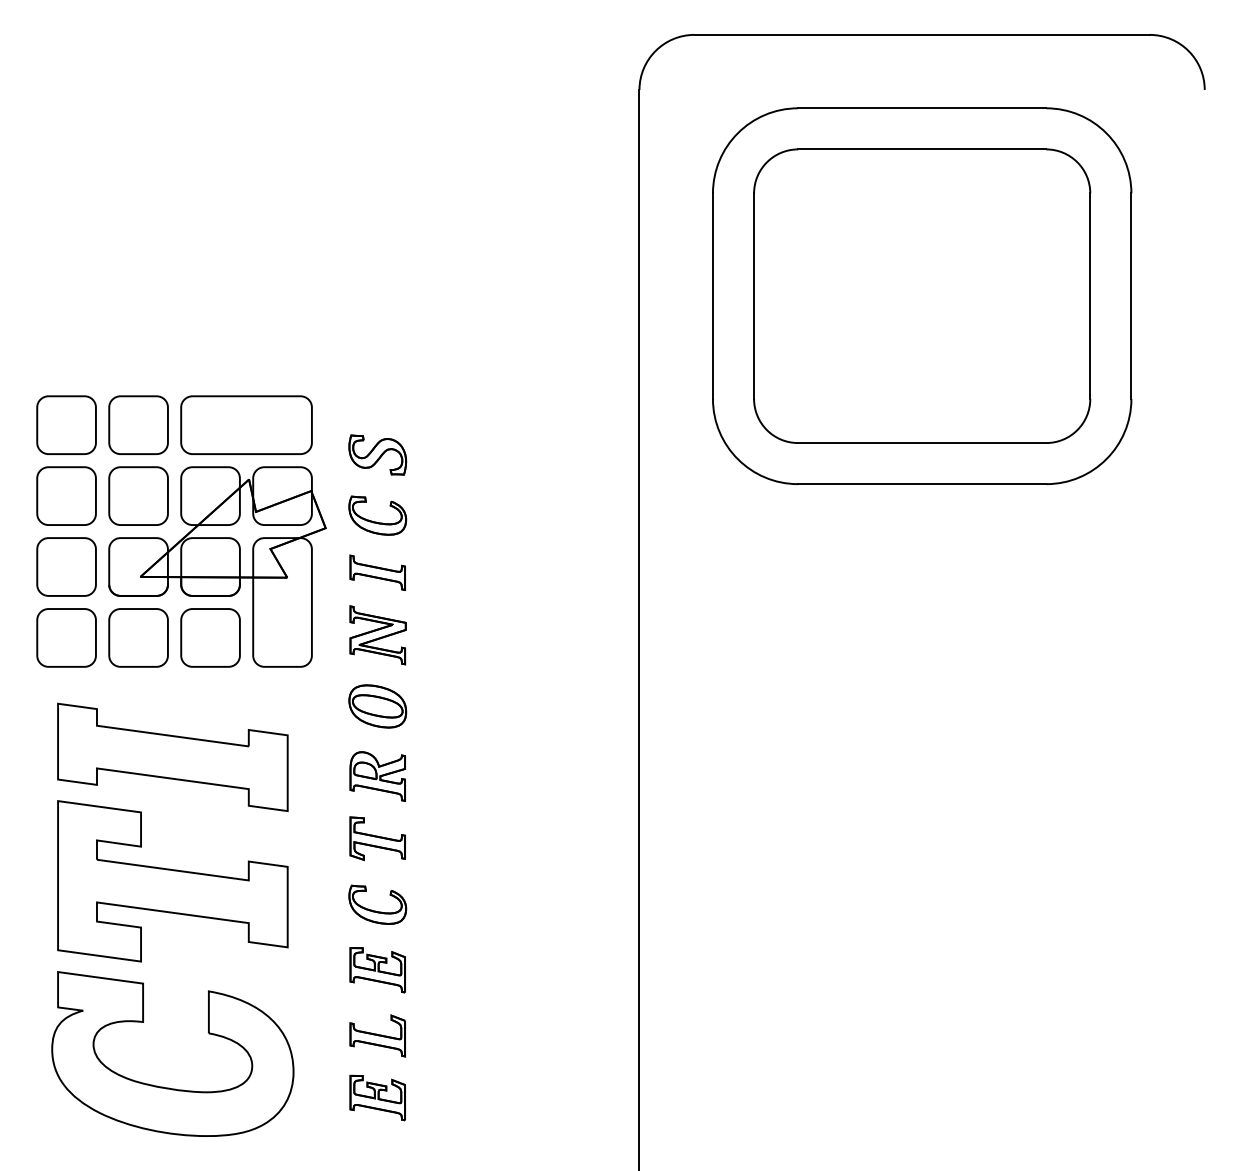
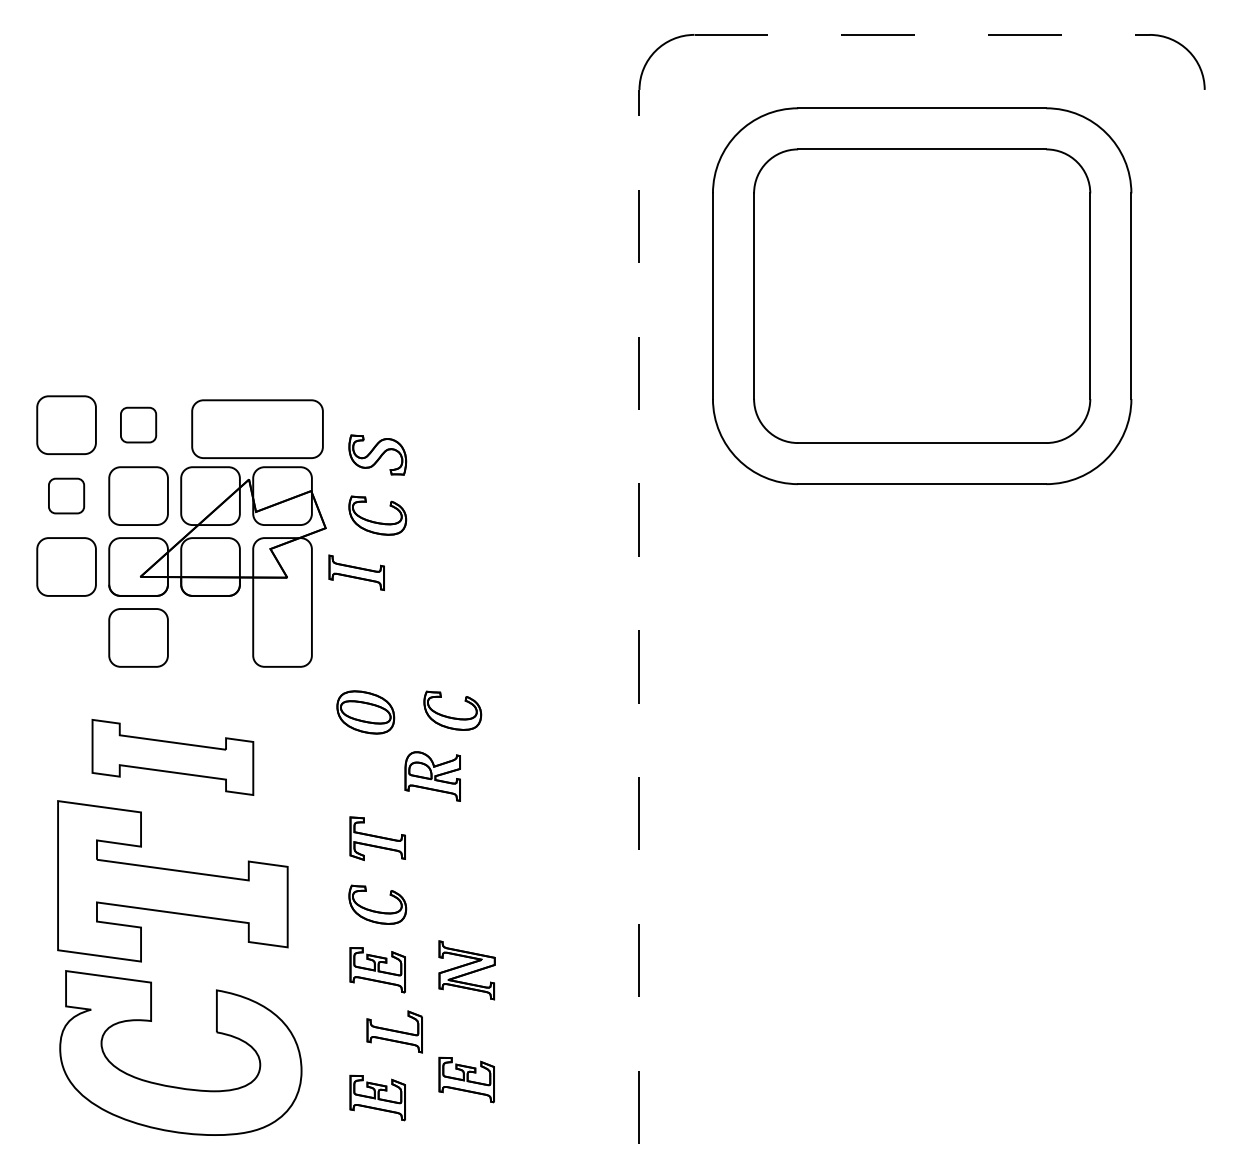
line at (922, 34): solid -> dashed
part at (138, 424) size: 61x60 px -> 38x38 px
part at (246, 424) position: (246, 424) -> (257, 428)
part at (66, 495) size: 61x60 px -> 38x38 px
part at (377, 572) position: (377, 572) -> (356, 572)
line at (639, 629): solid -> dashed
part at (377, 635) position: (377, 635) -> (466, 970)
part at (66, 637): present -> none
part at (210, 637): present -> none
part at (377, 706) position: (377, 706) -> (365, 712)
part at (450, 716): none -> present
part at (172, 757) size: 232x111 px -> 164x77 px
part at (377, 776) position: (377, 776) -> (432, 776)
part at (377, 1035) position: (377, 1035) -> (394, 1031)
part at (466, 1079): none -> present
part at (169, 1087) position: (169, 1087) -> (177, 1086)
